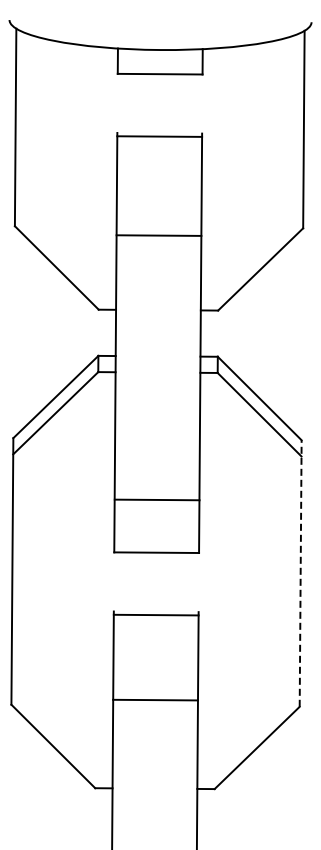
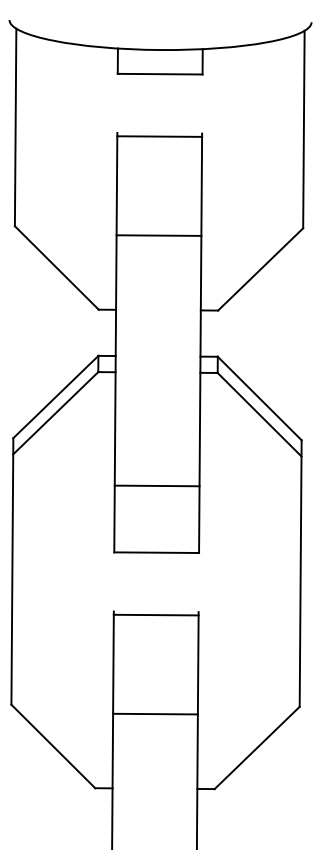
line at (156, 499) position: (156, 499) -> (156, 485)
line at (300, 573): dashed -> solid
line at (155, 699) position: (155, 699) -> (155, 713)
